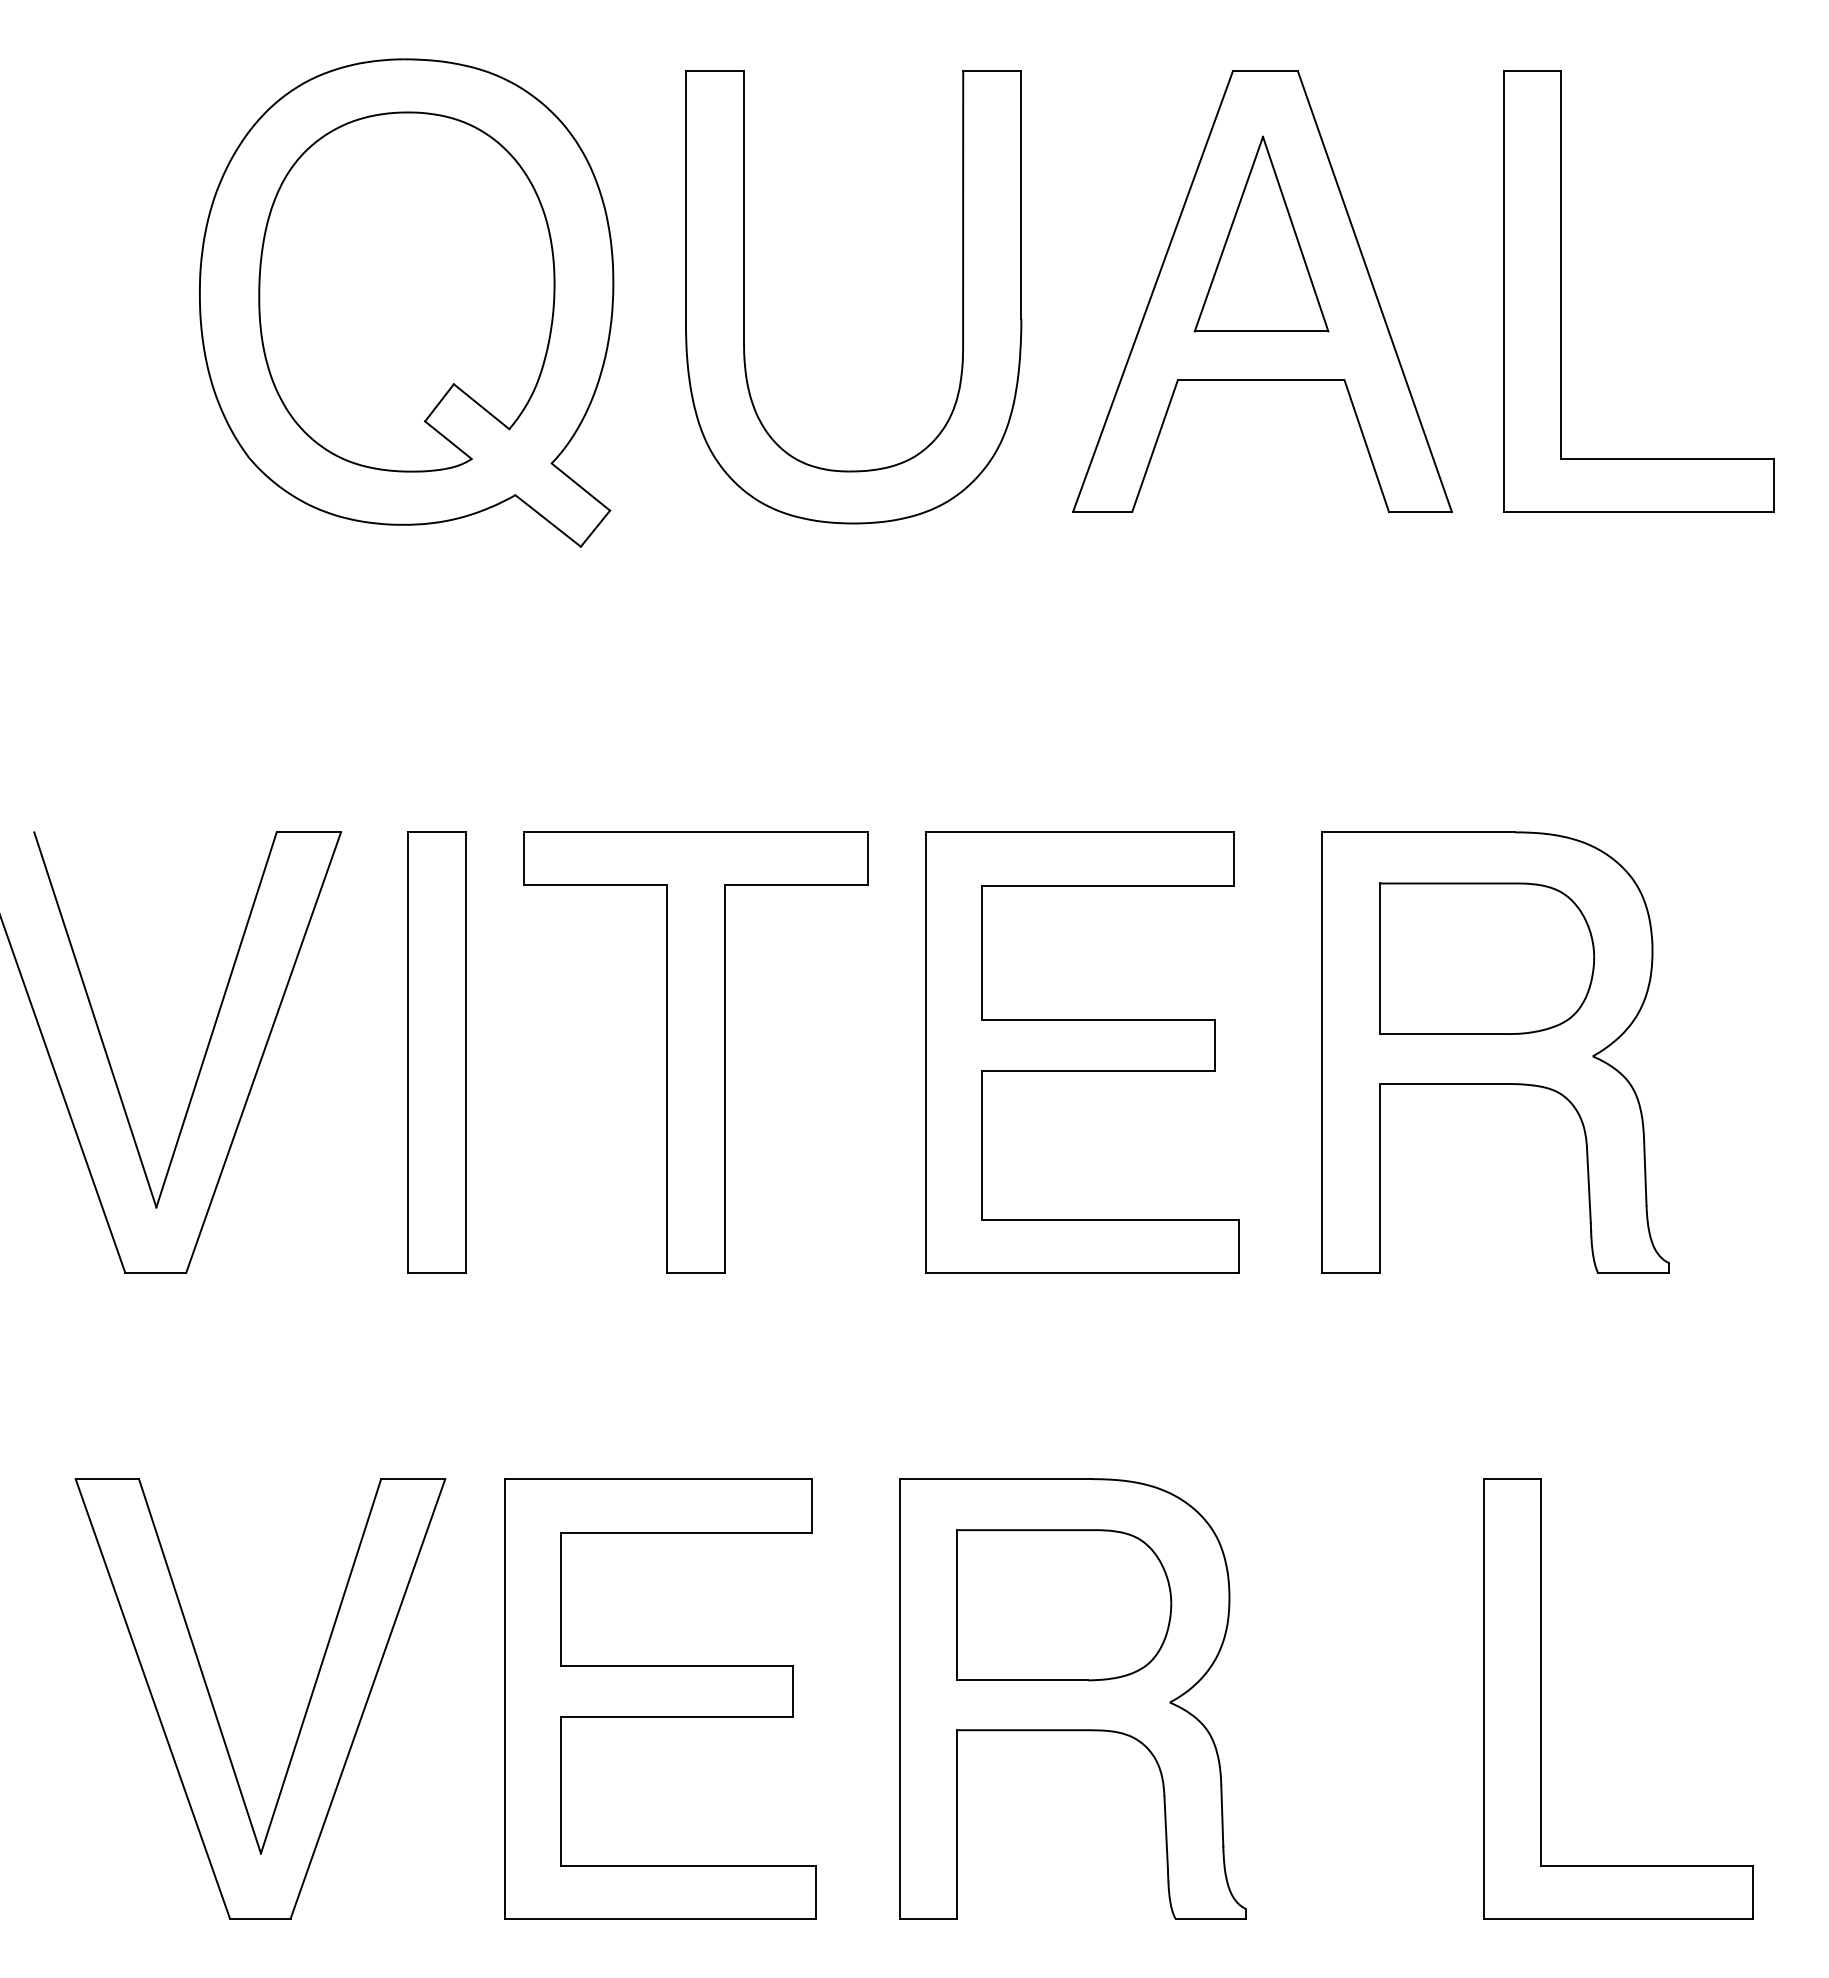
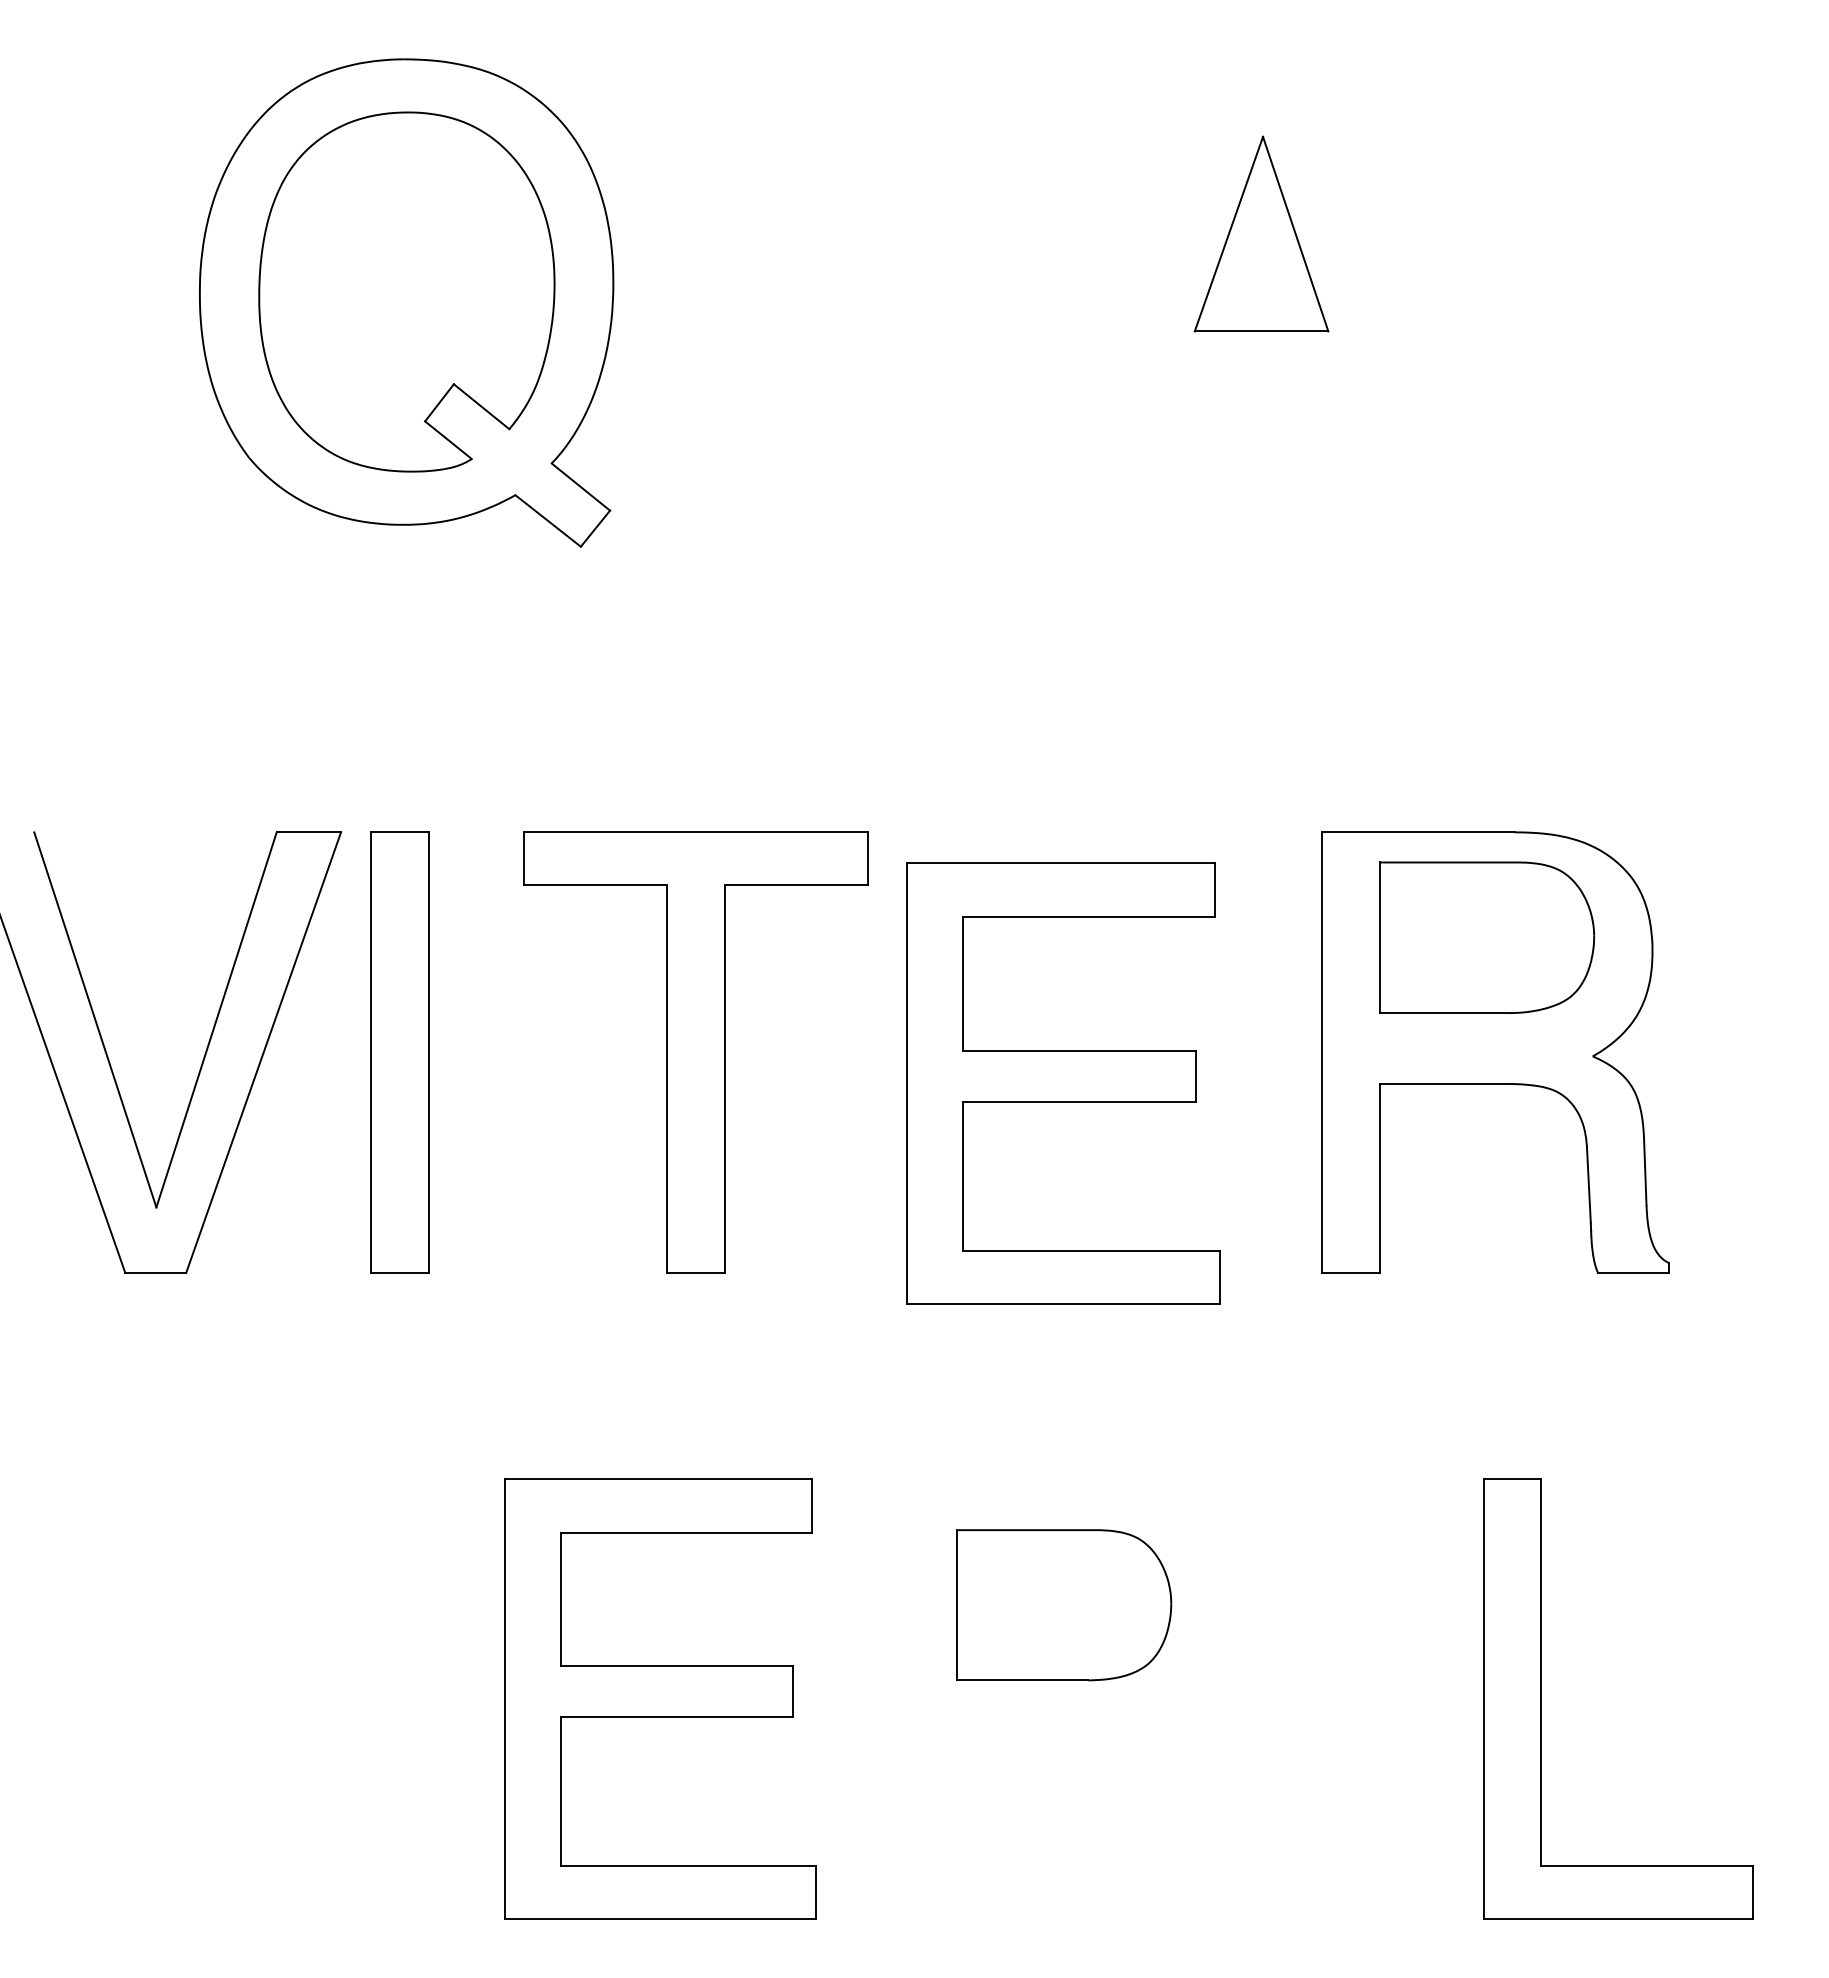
part at (1262, 291): present -> none
part at (1561, 291): present -> none
part at (744, 297): present -> none
part at (1486, 958) position: (1486, 958) -> (1486, 937)
part at (436, 1052) position: (436, 1052) -> (399, 1052)
part at (1082, 1052) position: (1082, 1052) -> (1063, 1083)
part at (1072, 1698): present -> none
part at (216, 1713): present -> none
